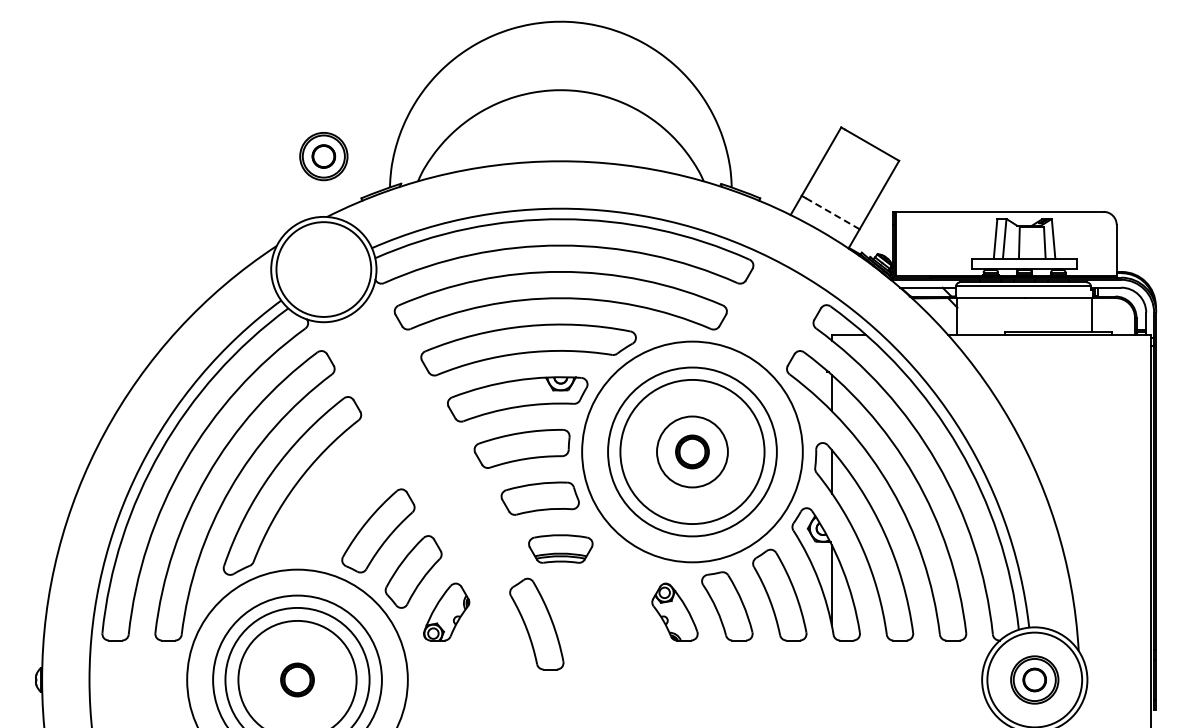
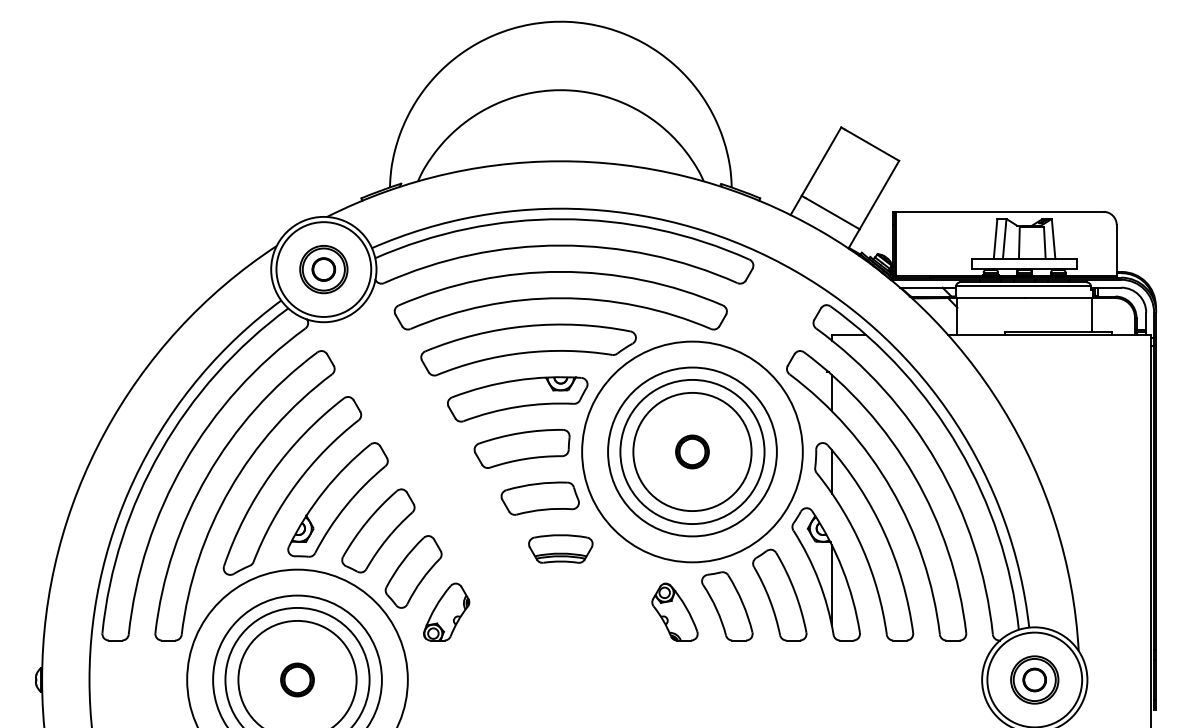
part at (323, 156) position: (323, 156) -> (323, 269)
line at (832, 213): dashed -> solid
circle at (692, 451) diameter: 71 px -> 118 px
part at (337, 499): none -> present
part at (536, 623): present -> none
